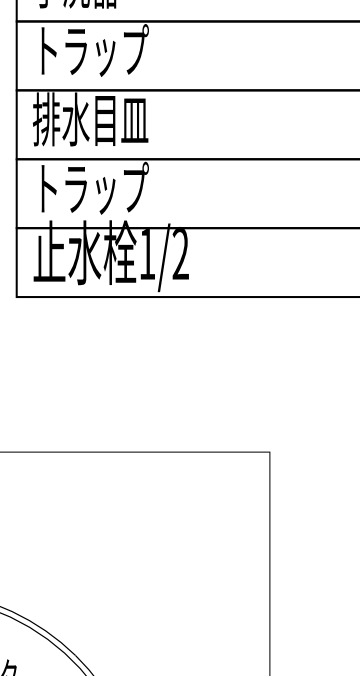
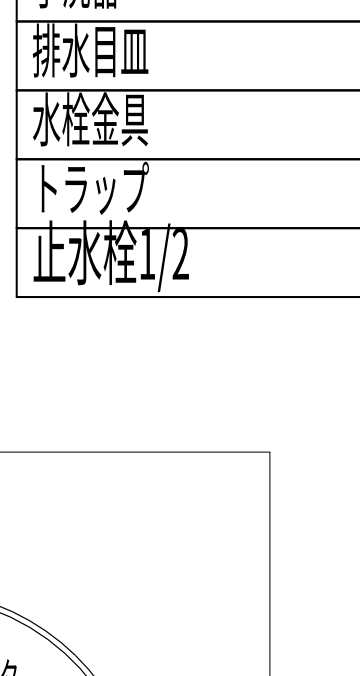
text at (90, 50): トラップ -> 排水目皿
text at (90, 119): 排水目皿 -> 水栓金具
